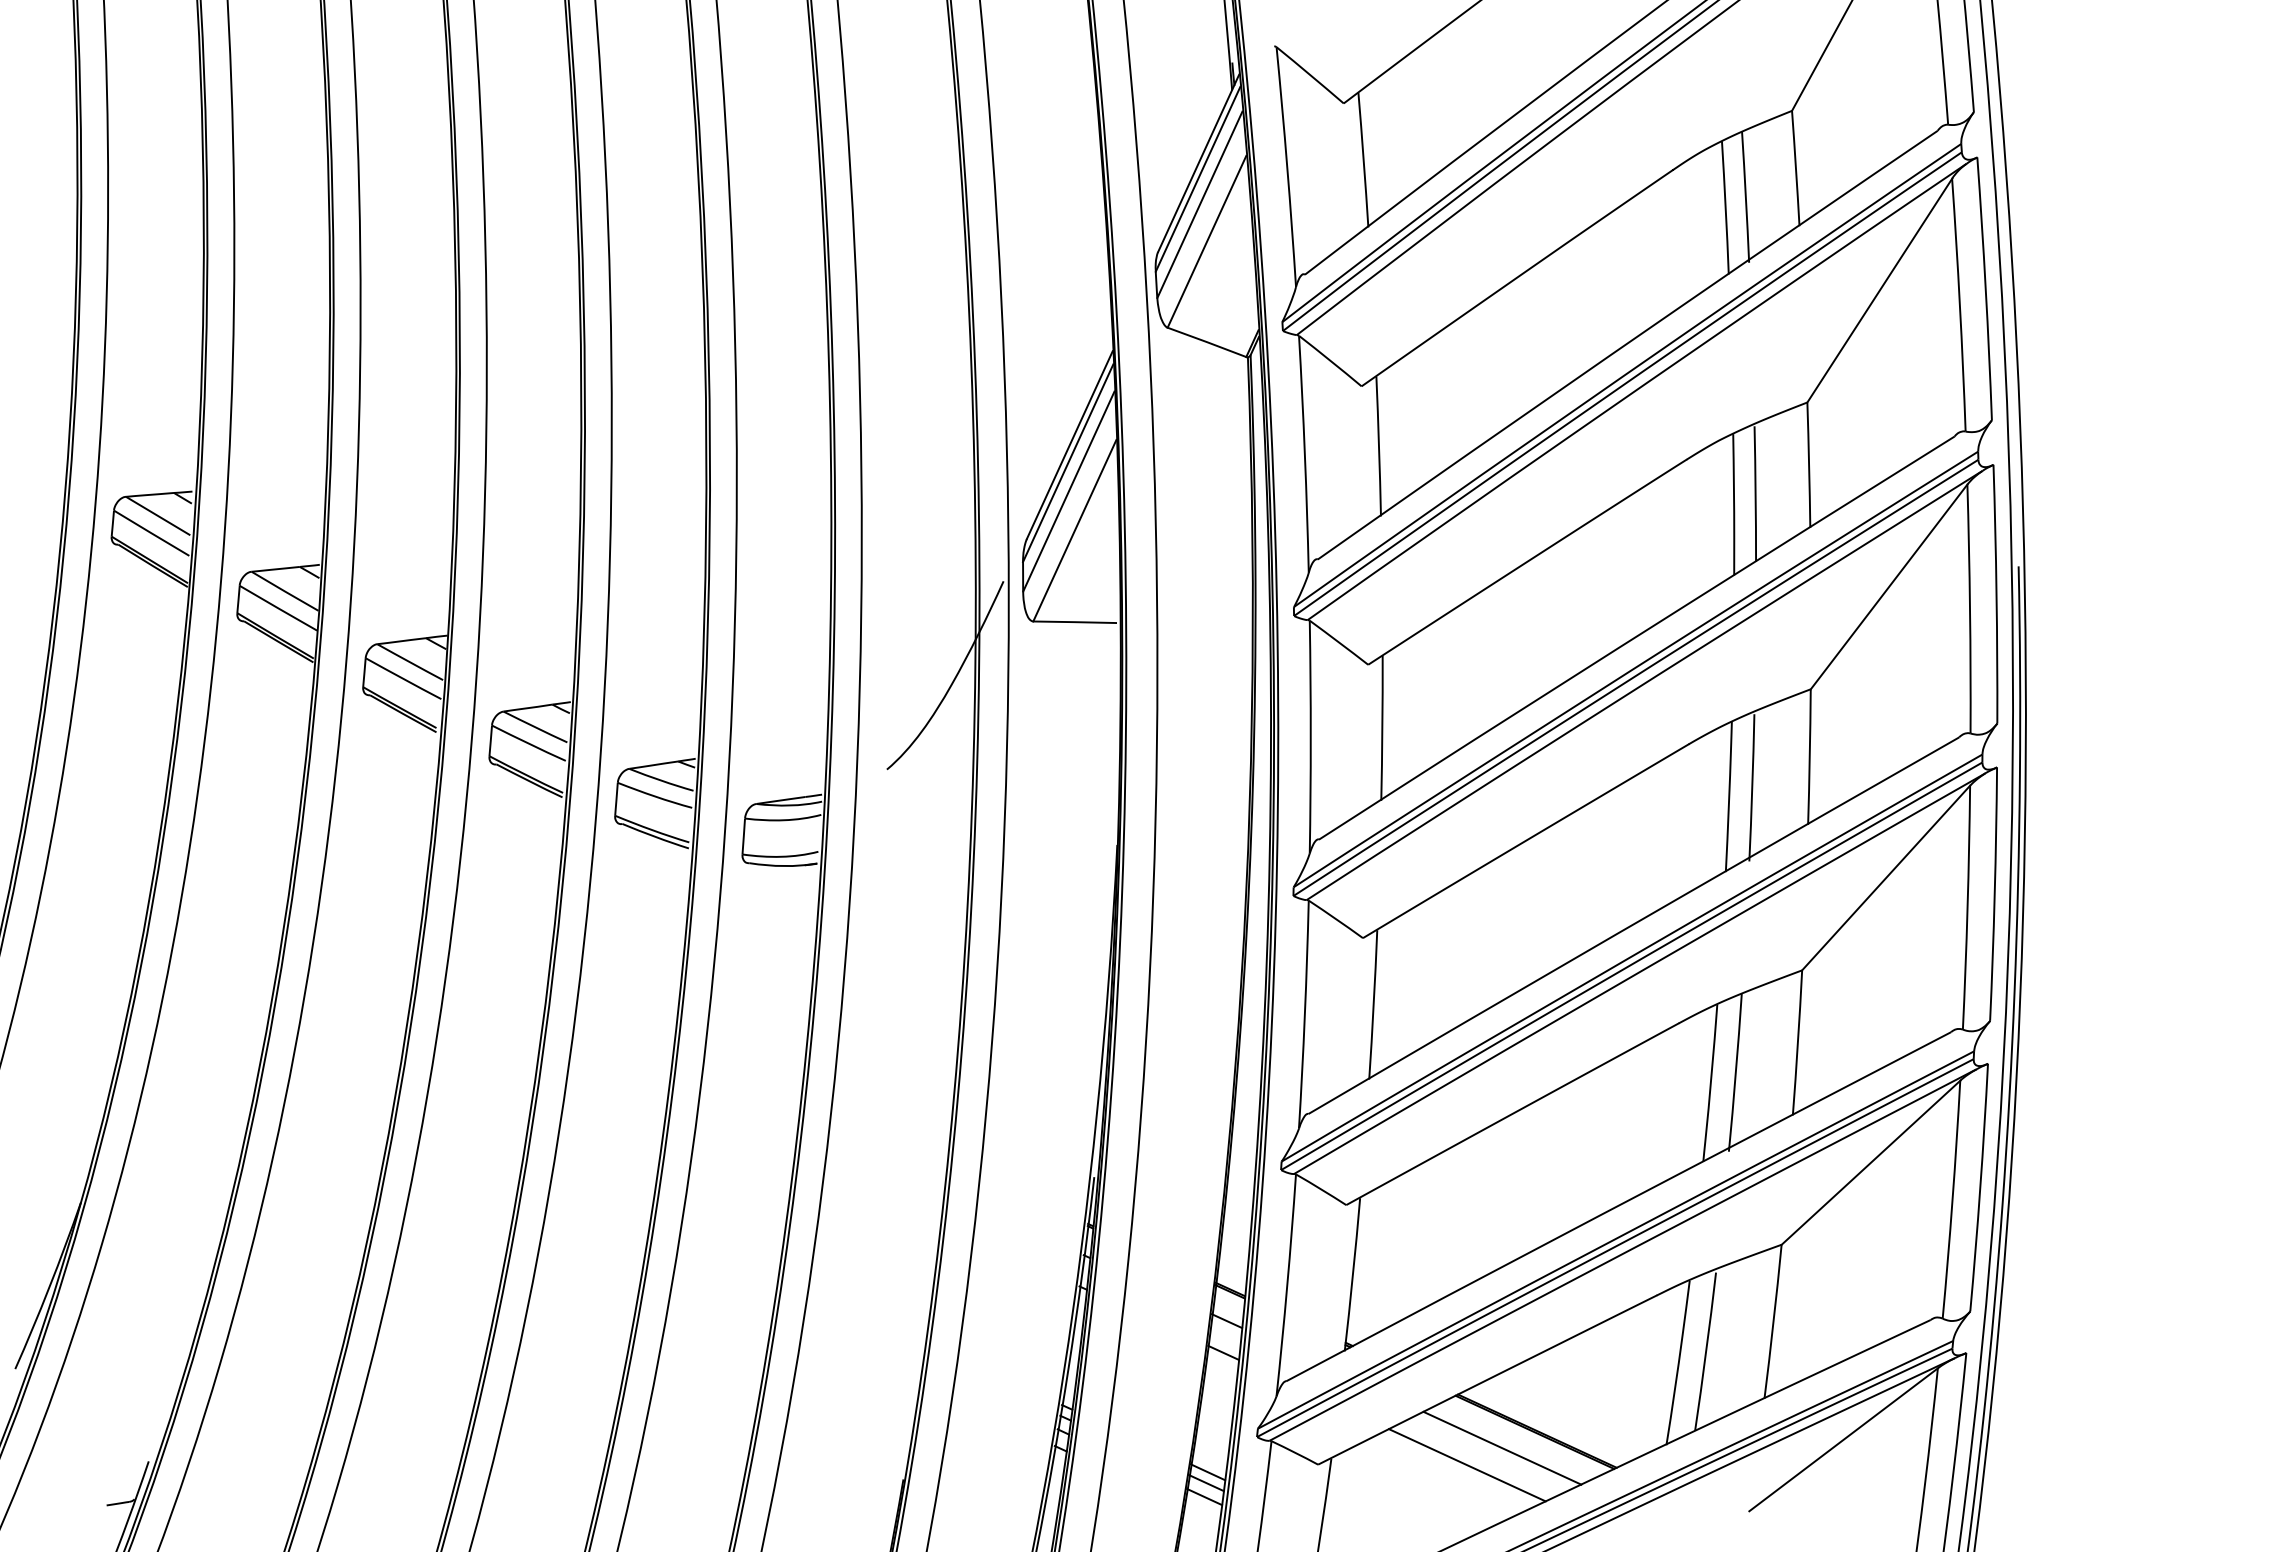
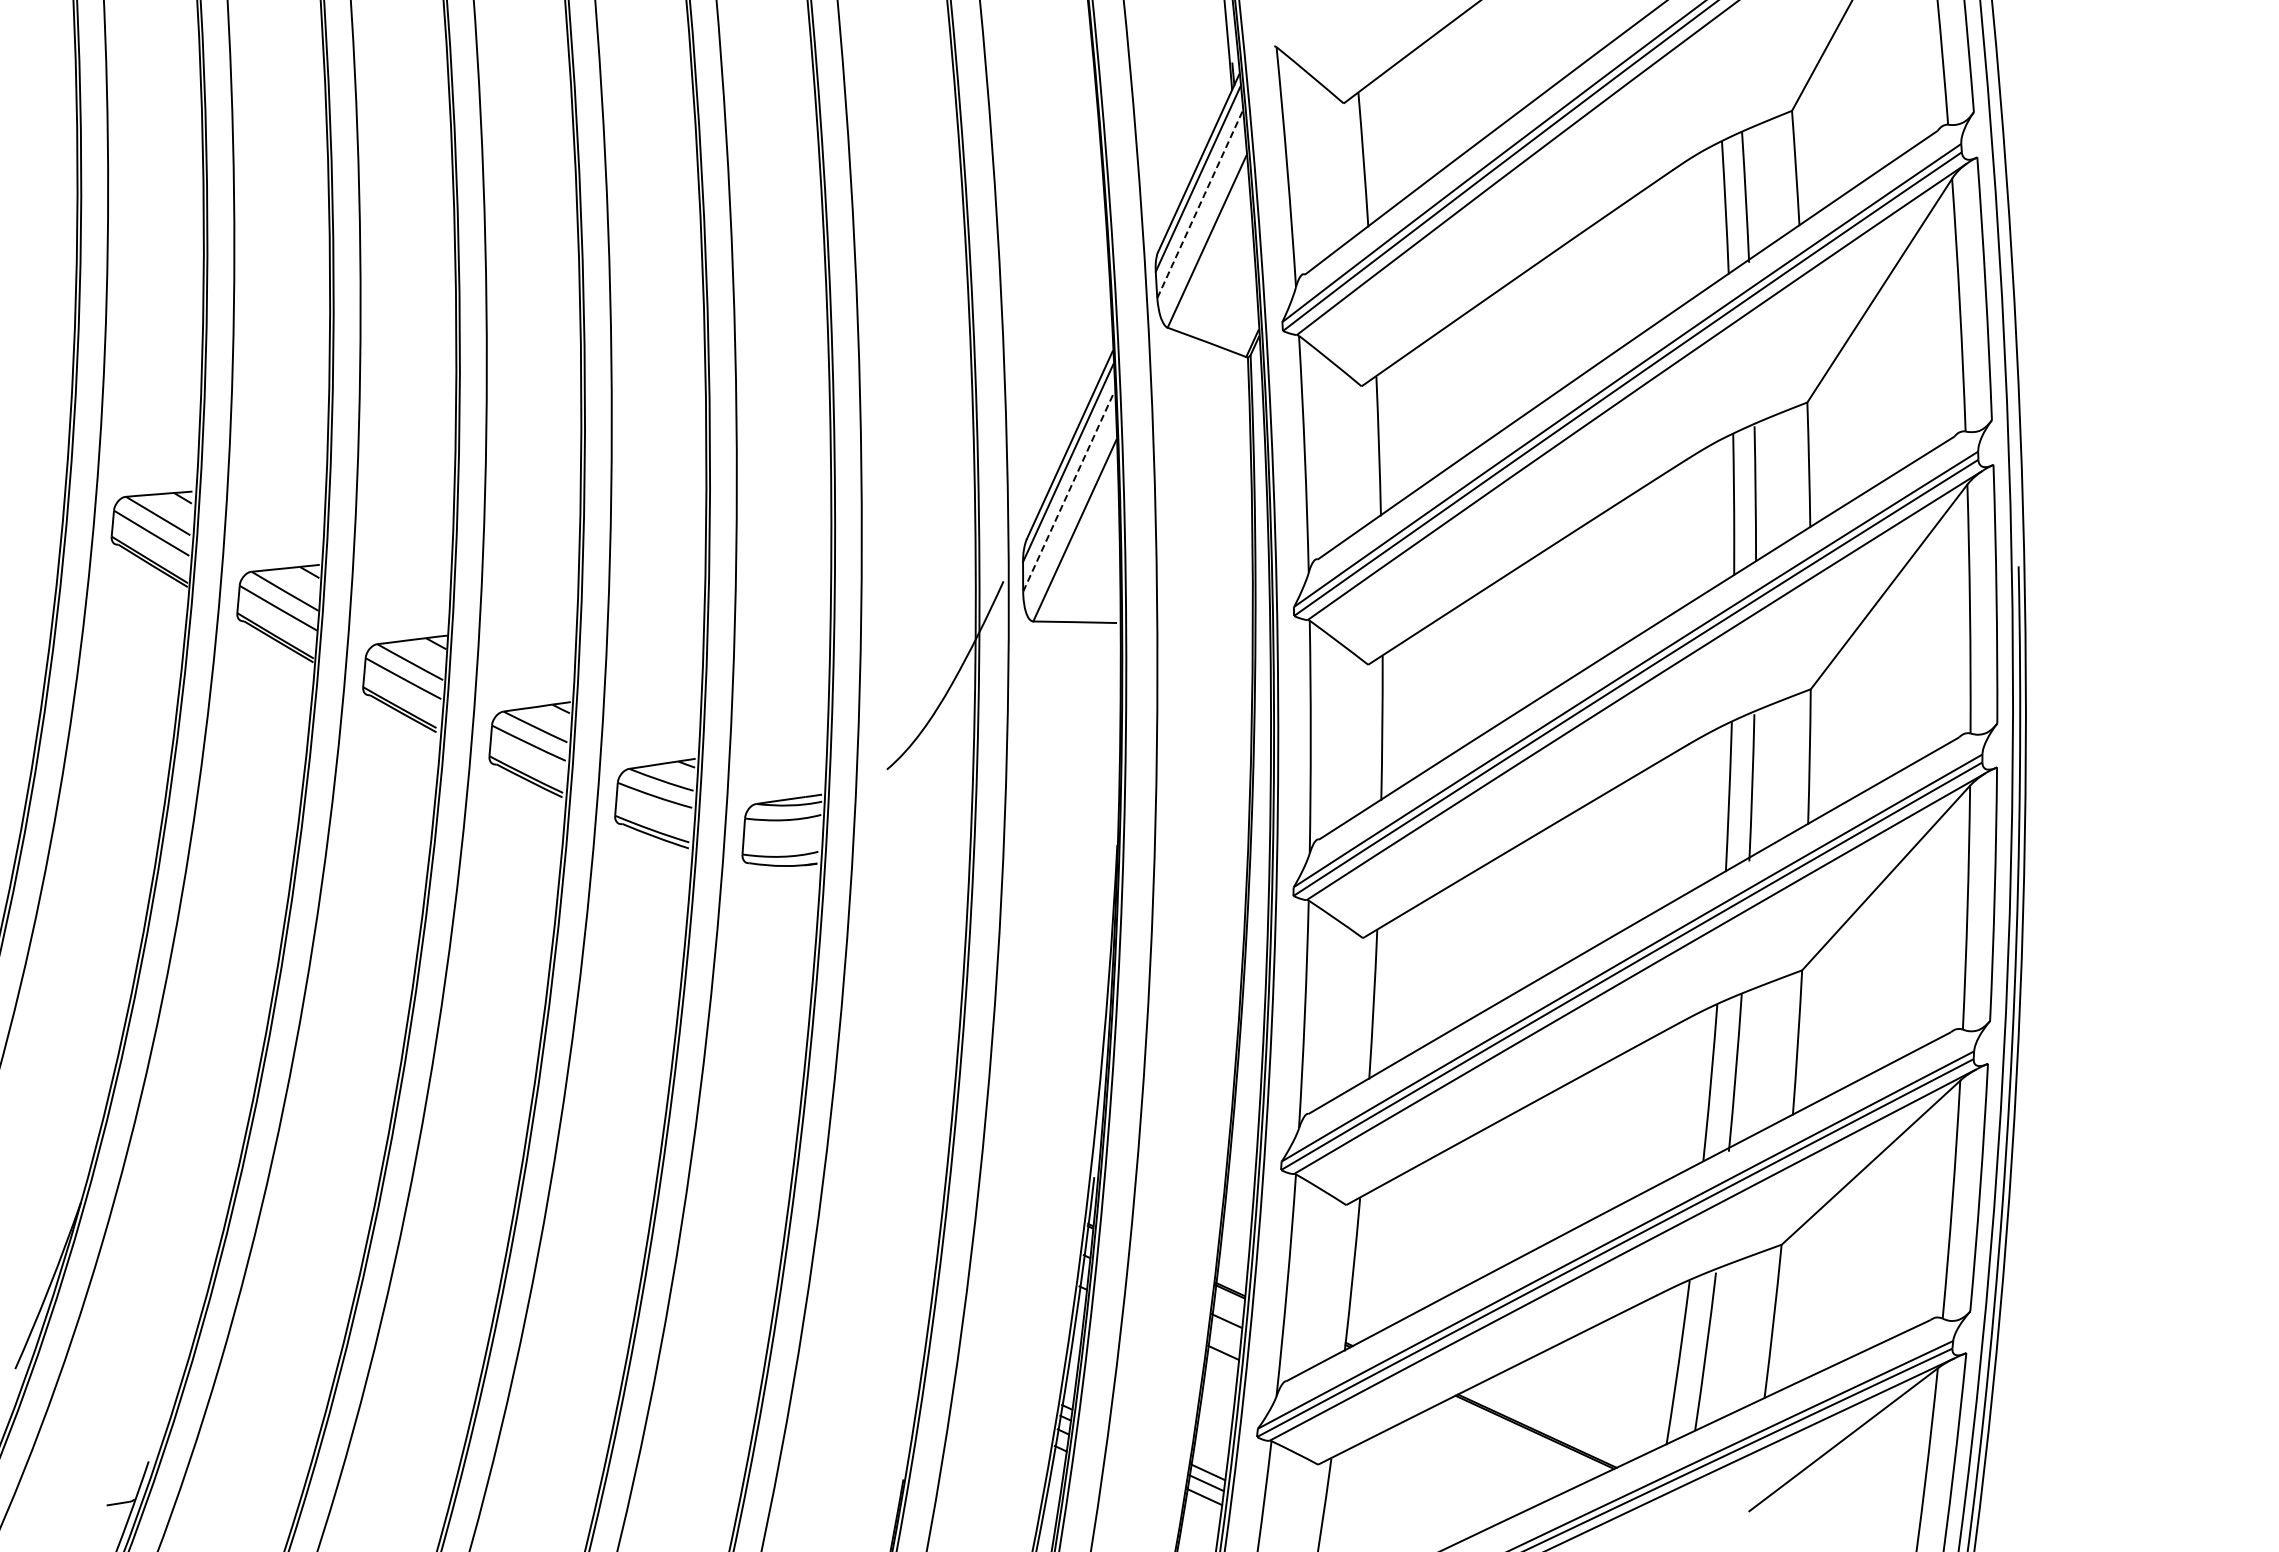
line at (1200, 204): solid -> dashed
line at (1068, 491): solid -> dashed
line at (1502, 1447): present -> none
line at (1467, 1465): present -> none
